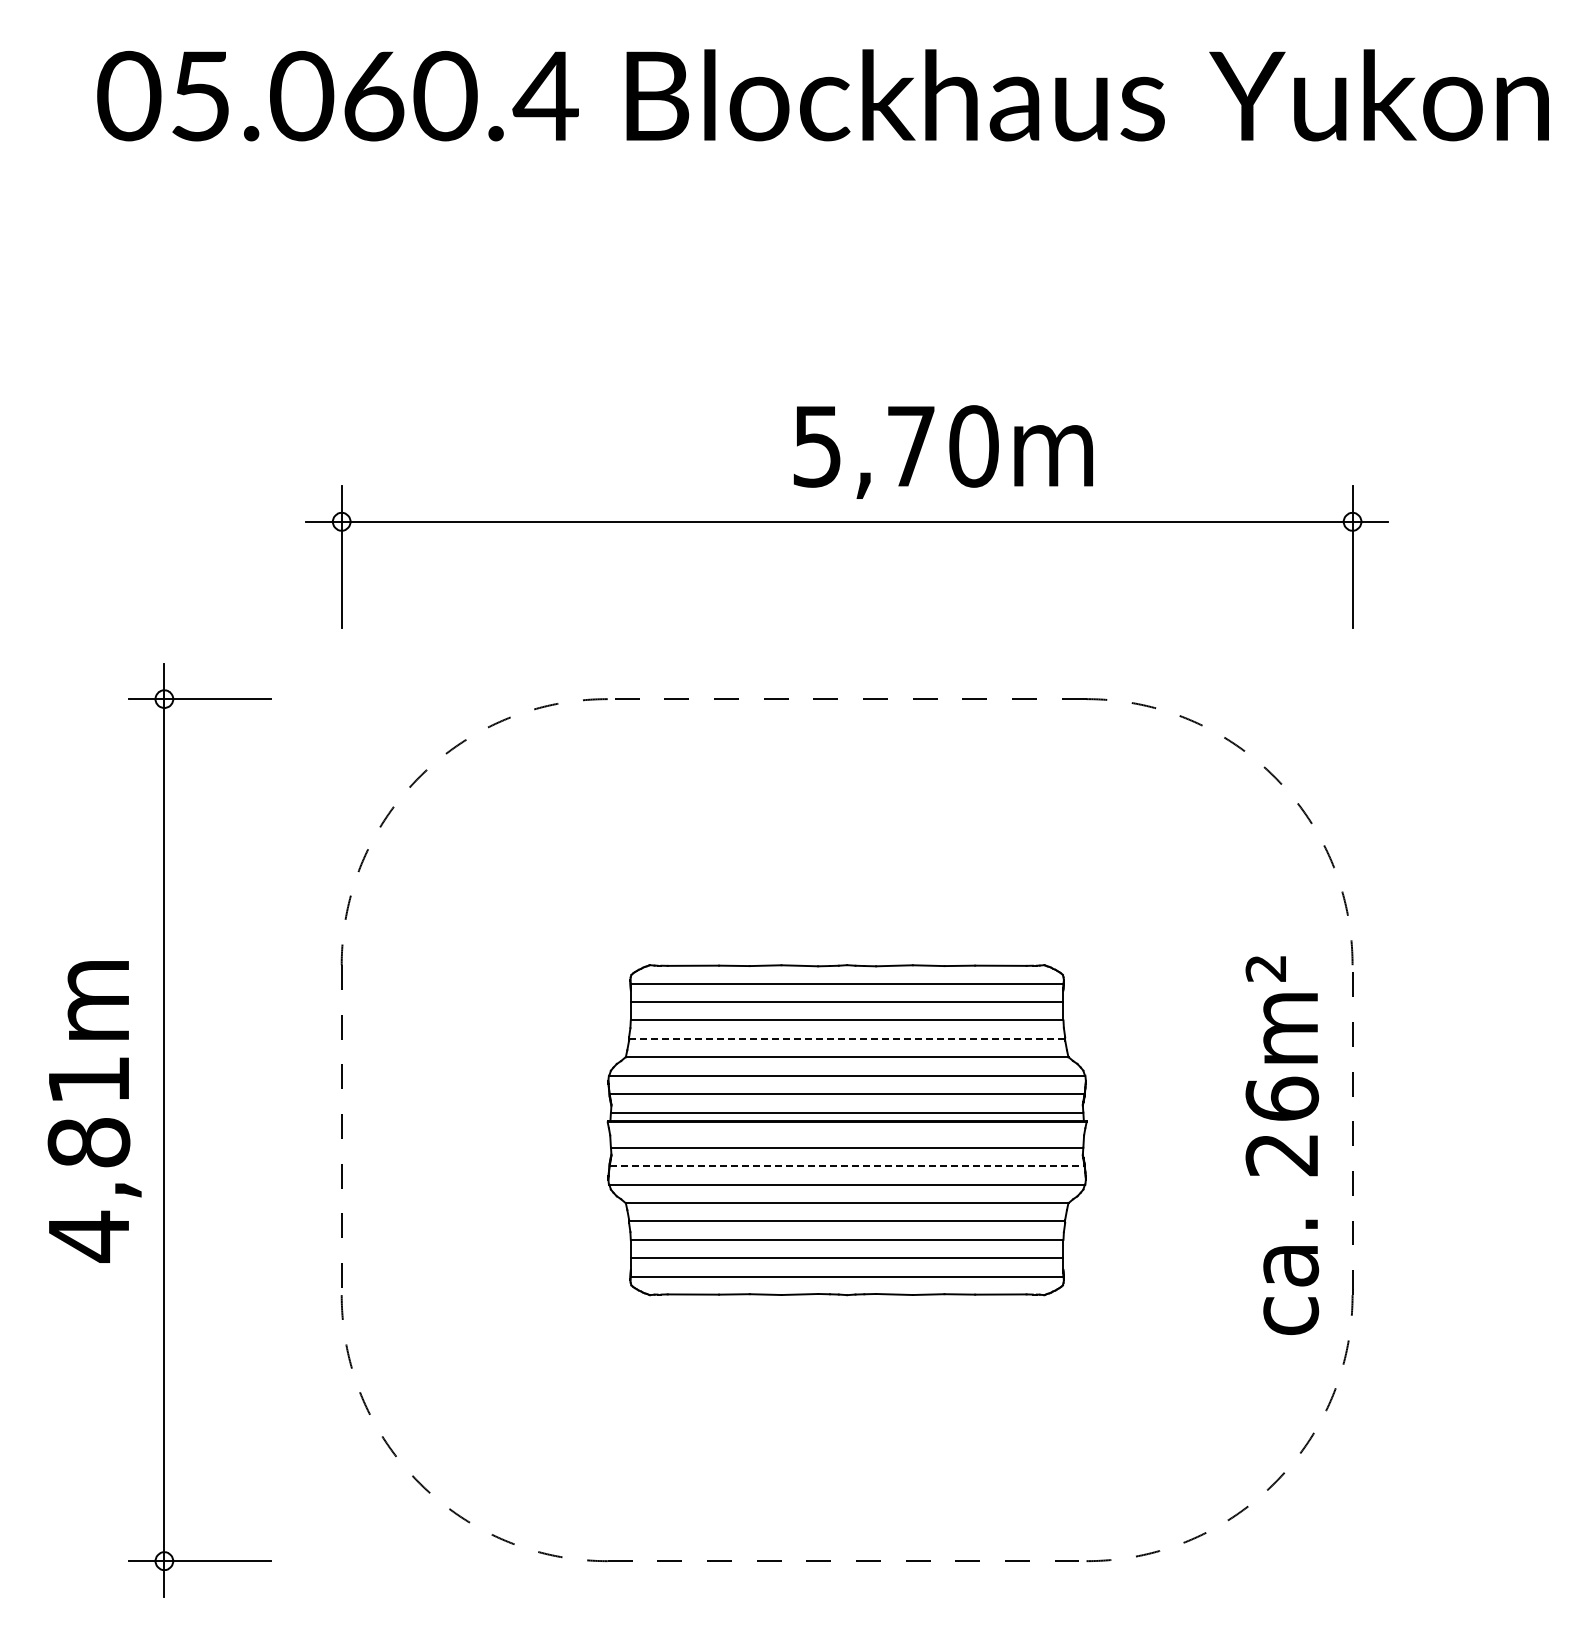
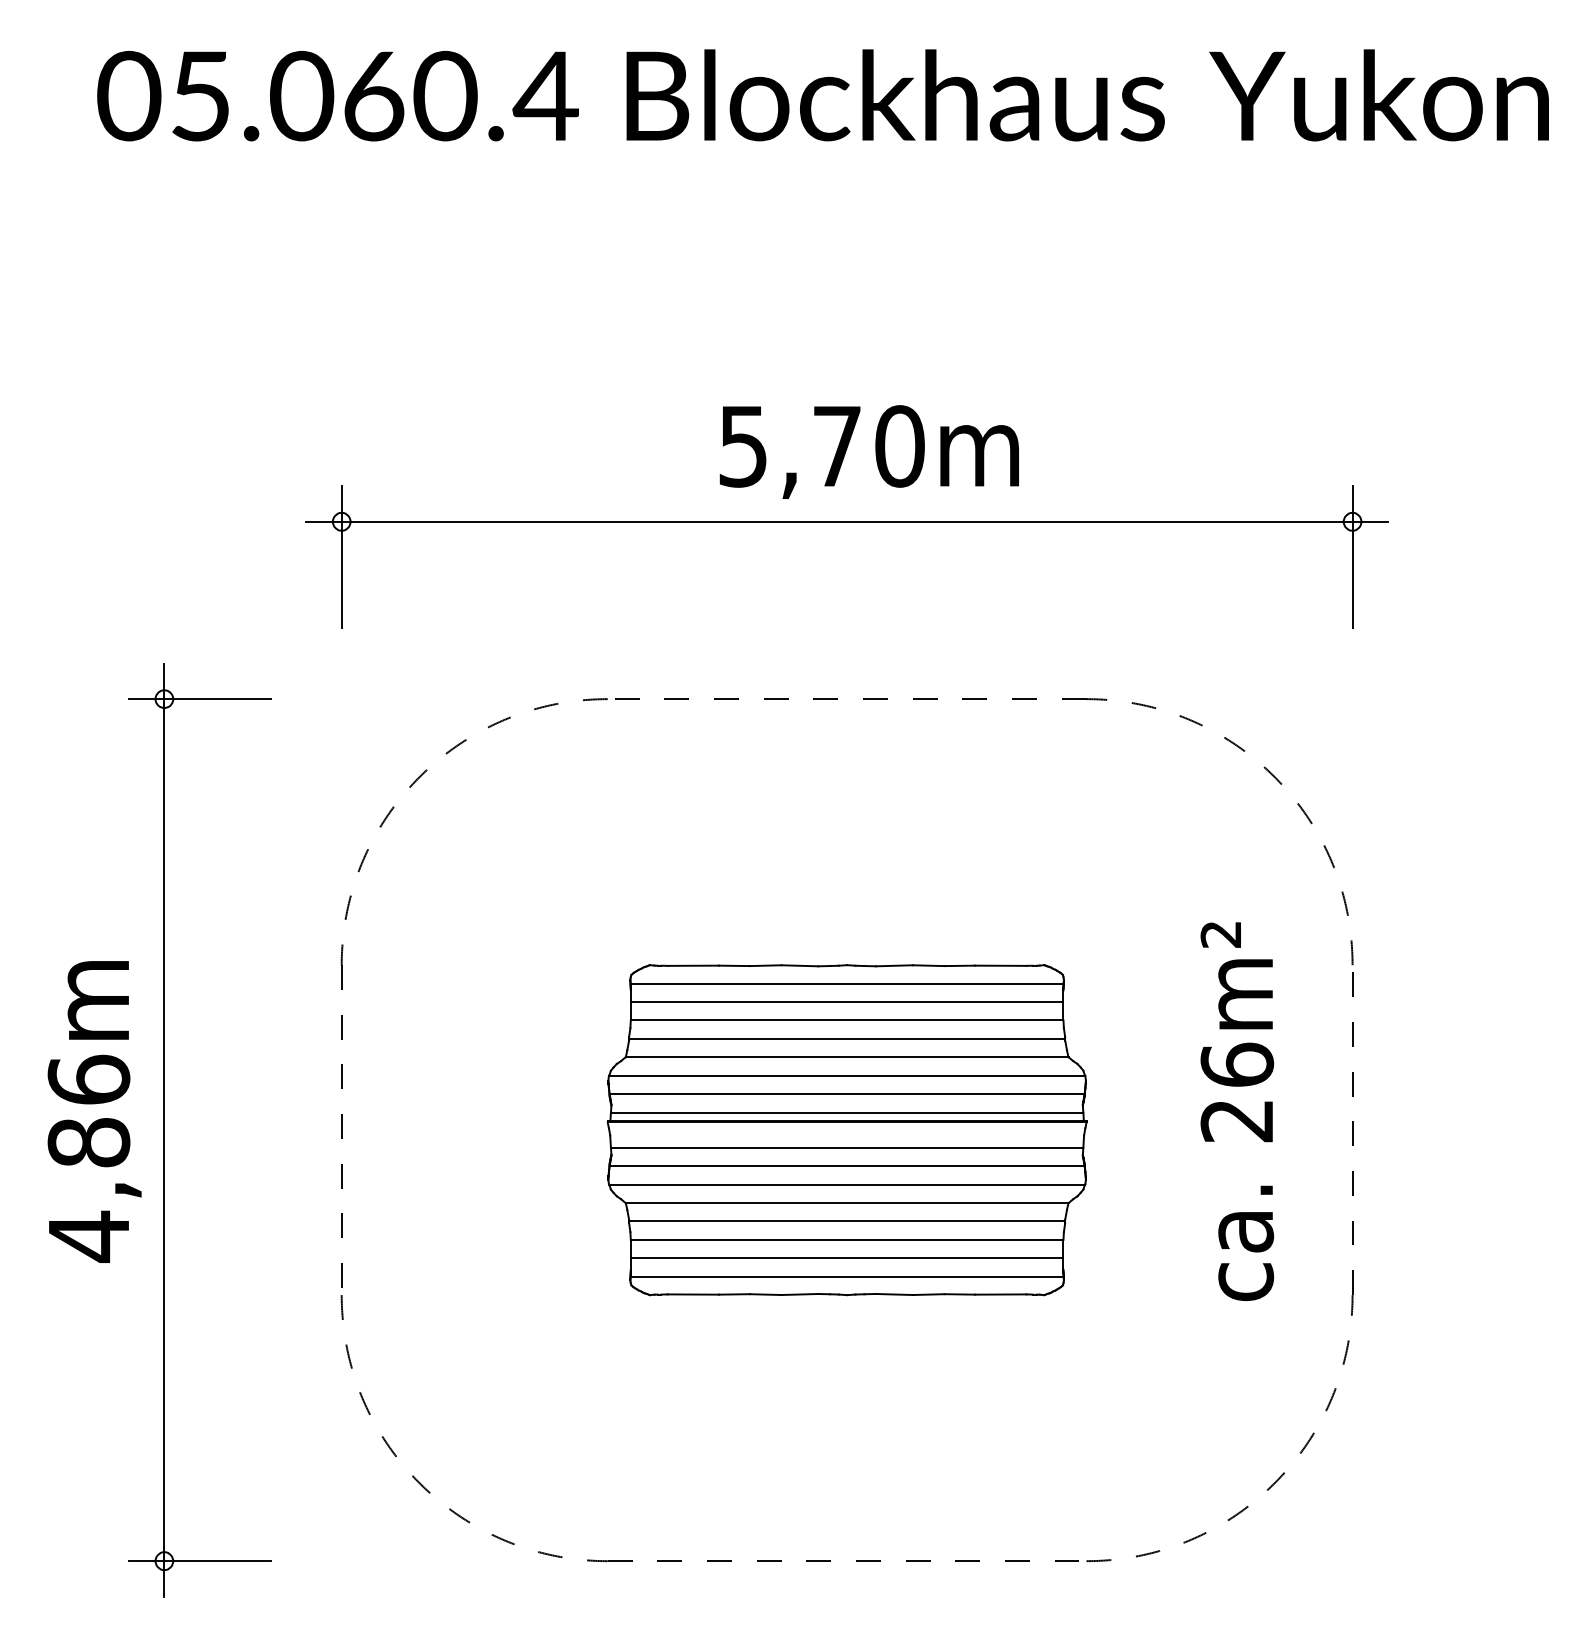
text at (942, 451) position: (942, 451) -> (868, 451)
line at (846, 1038): dashed -> solid
text at (88, 1079): 4,81m -> 4,86m
text at (1282, 1145) position: (1282, 1145) -> (1237, 1111)
line at (847, 1166): dashed -> solid
